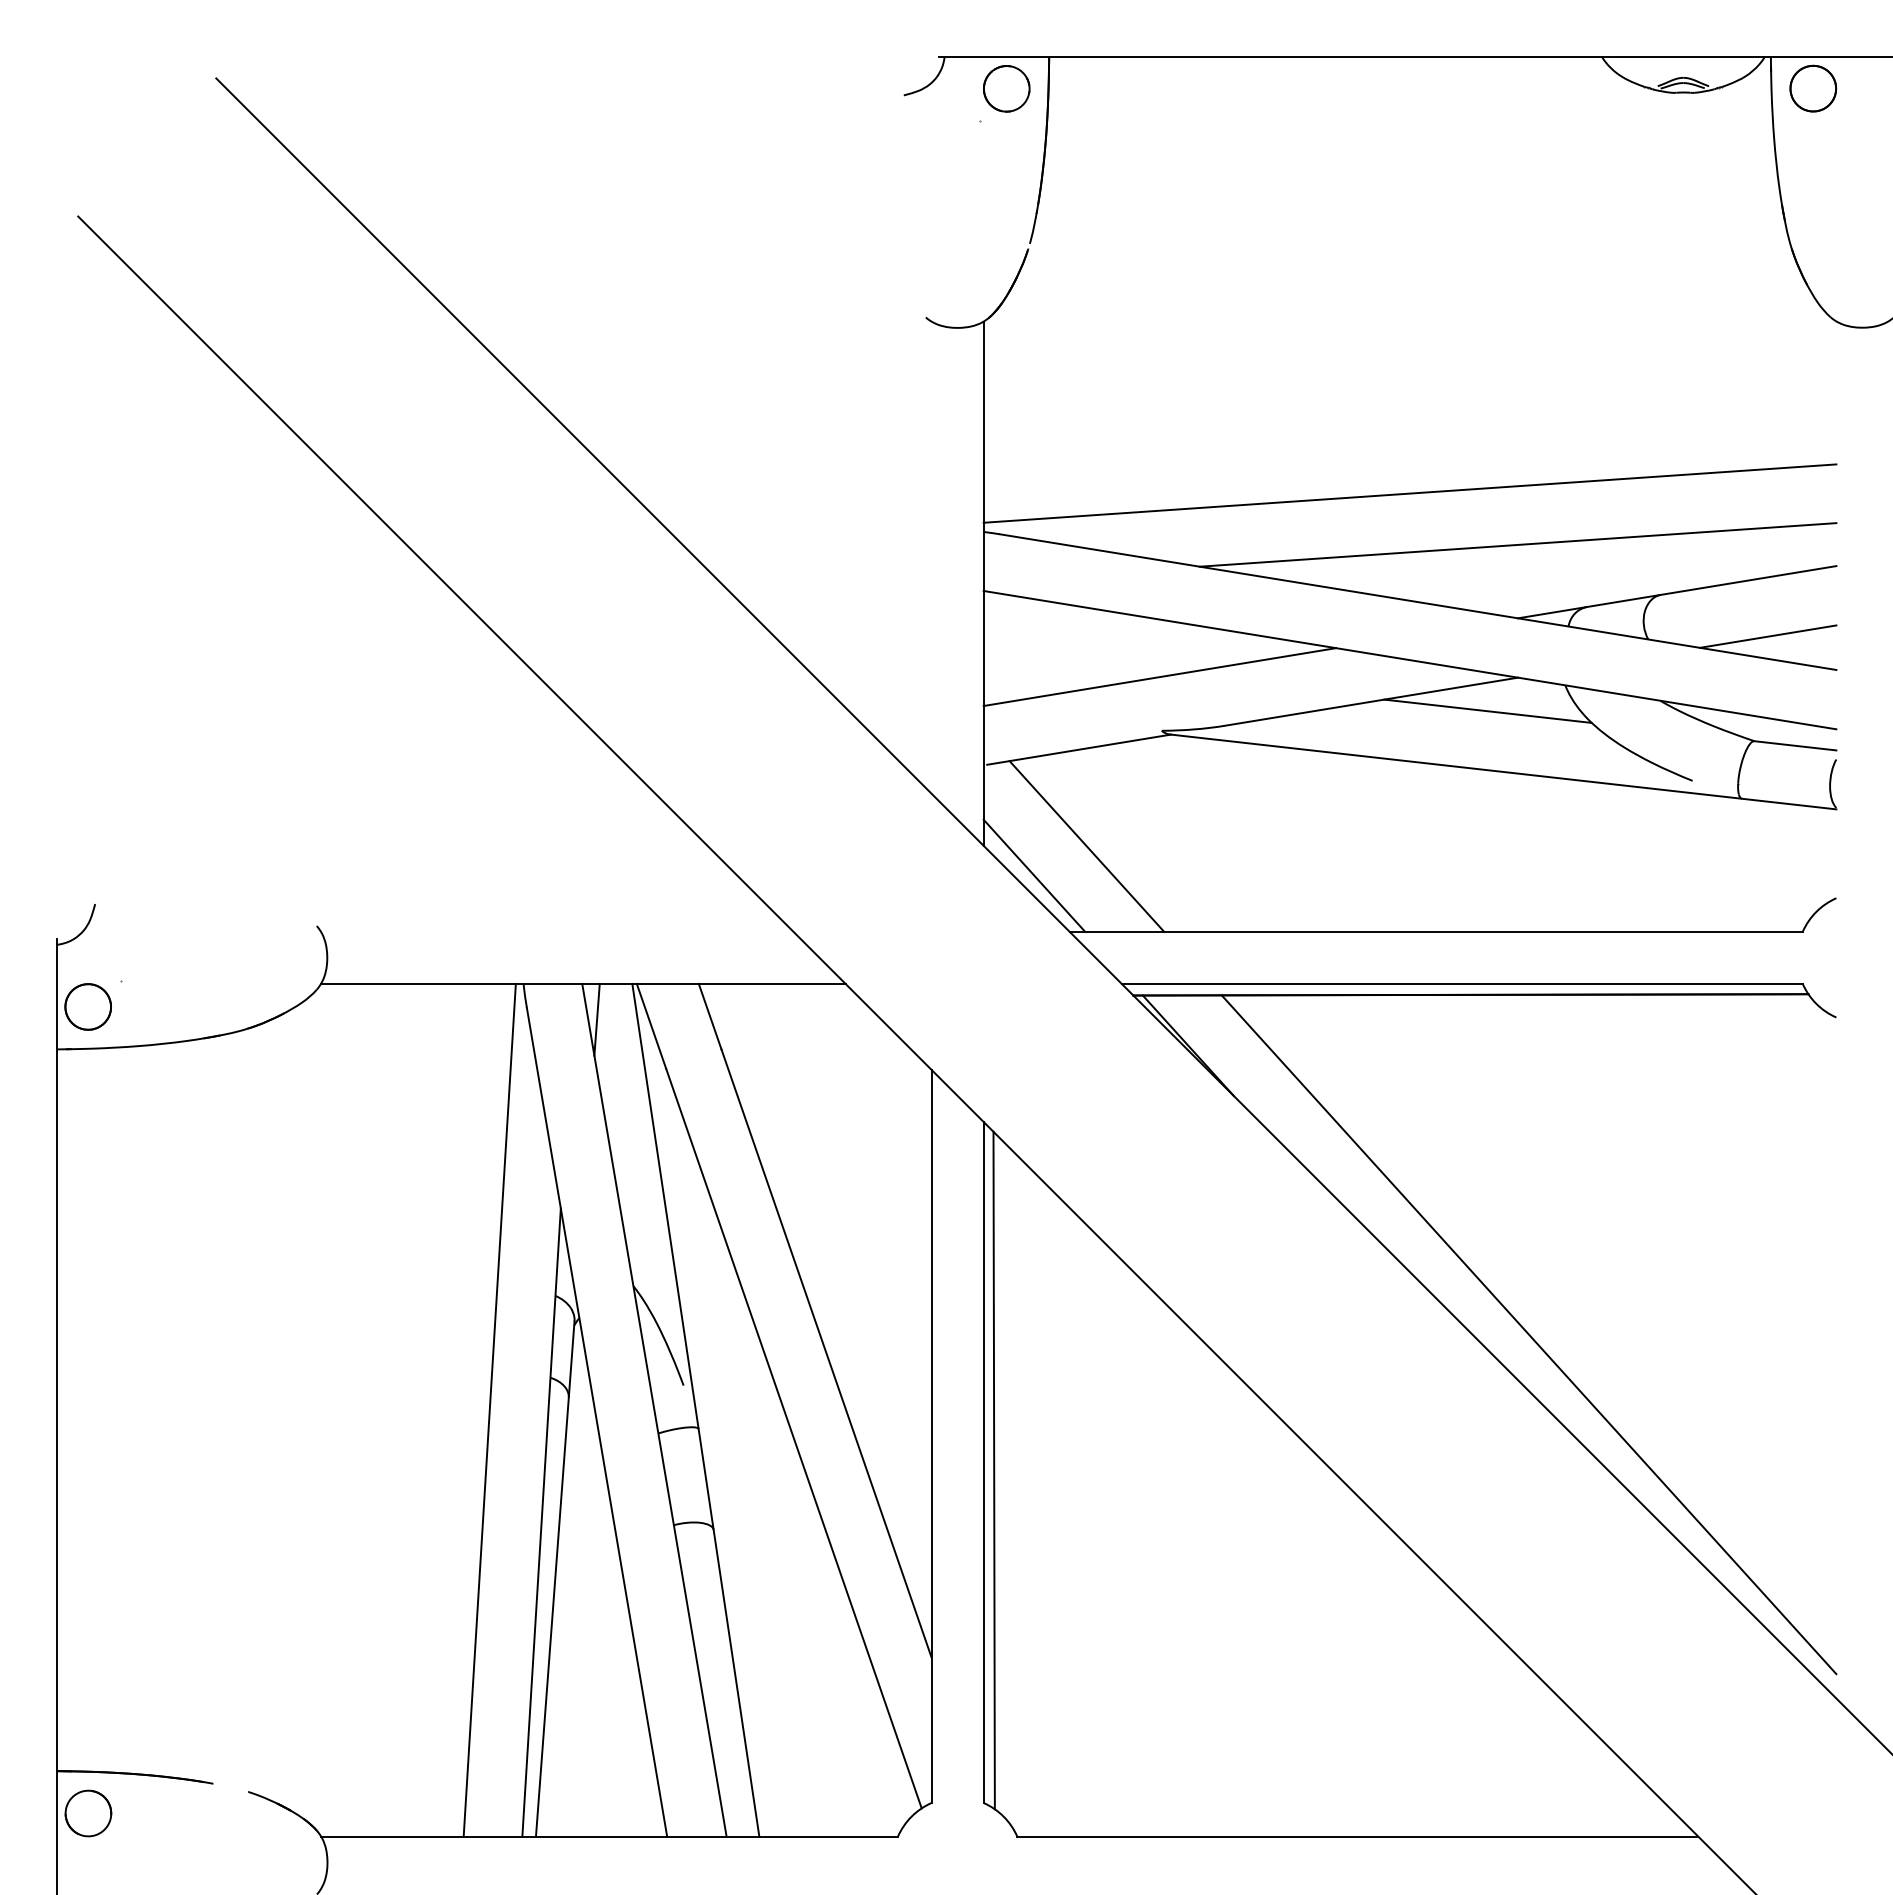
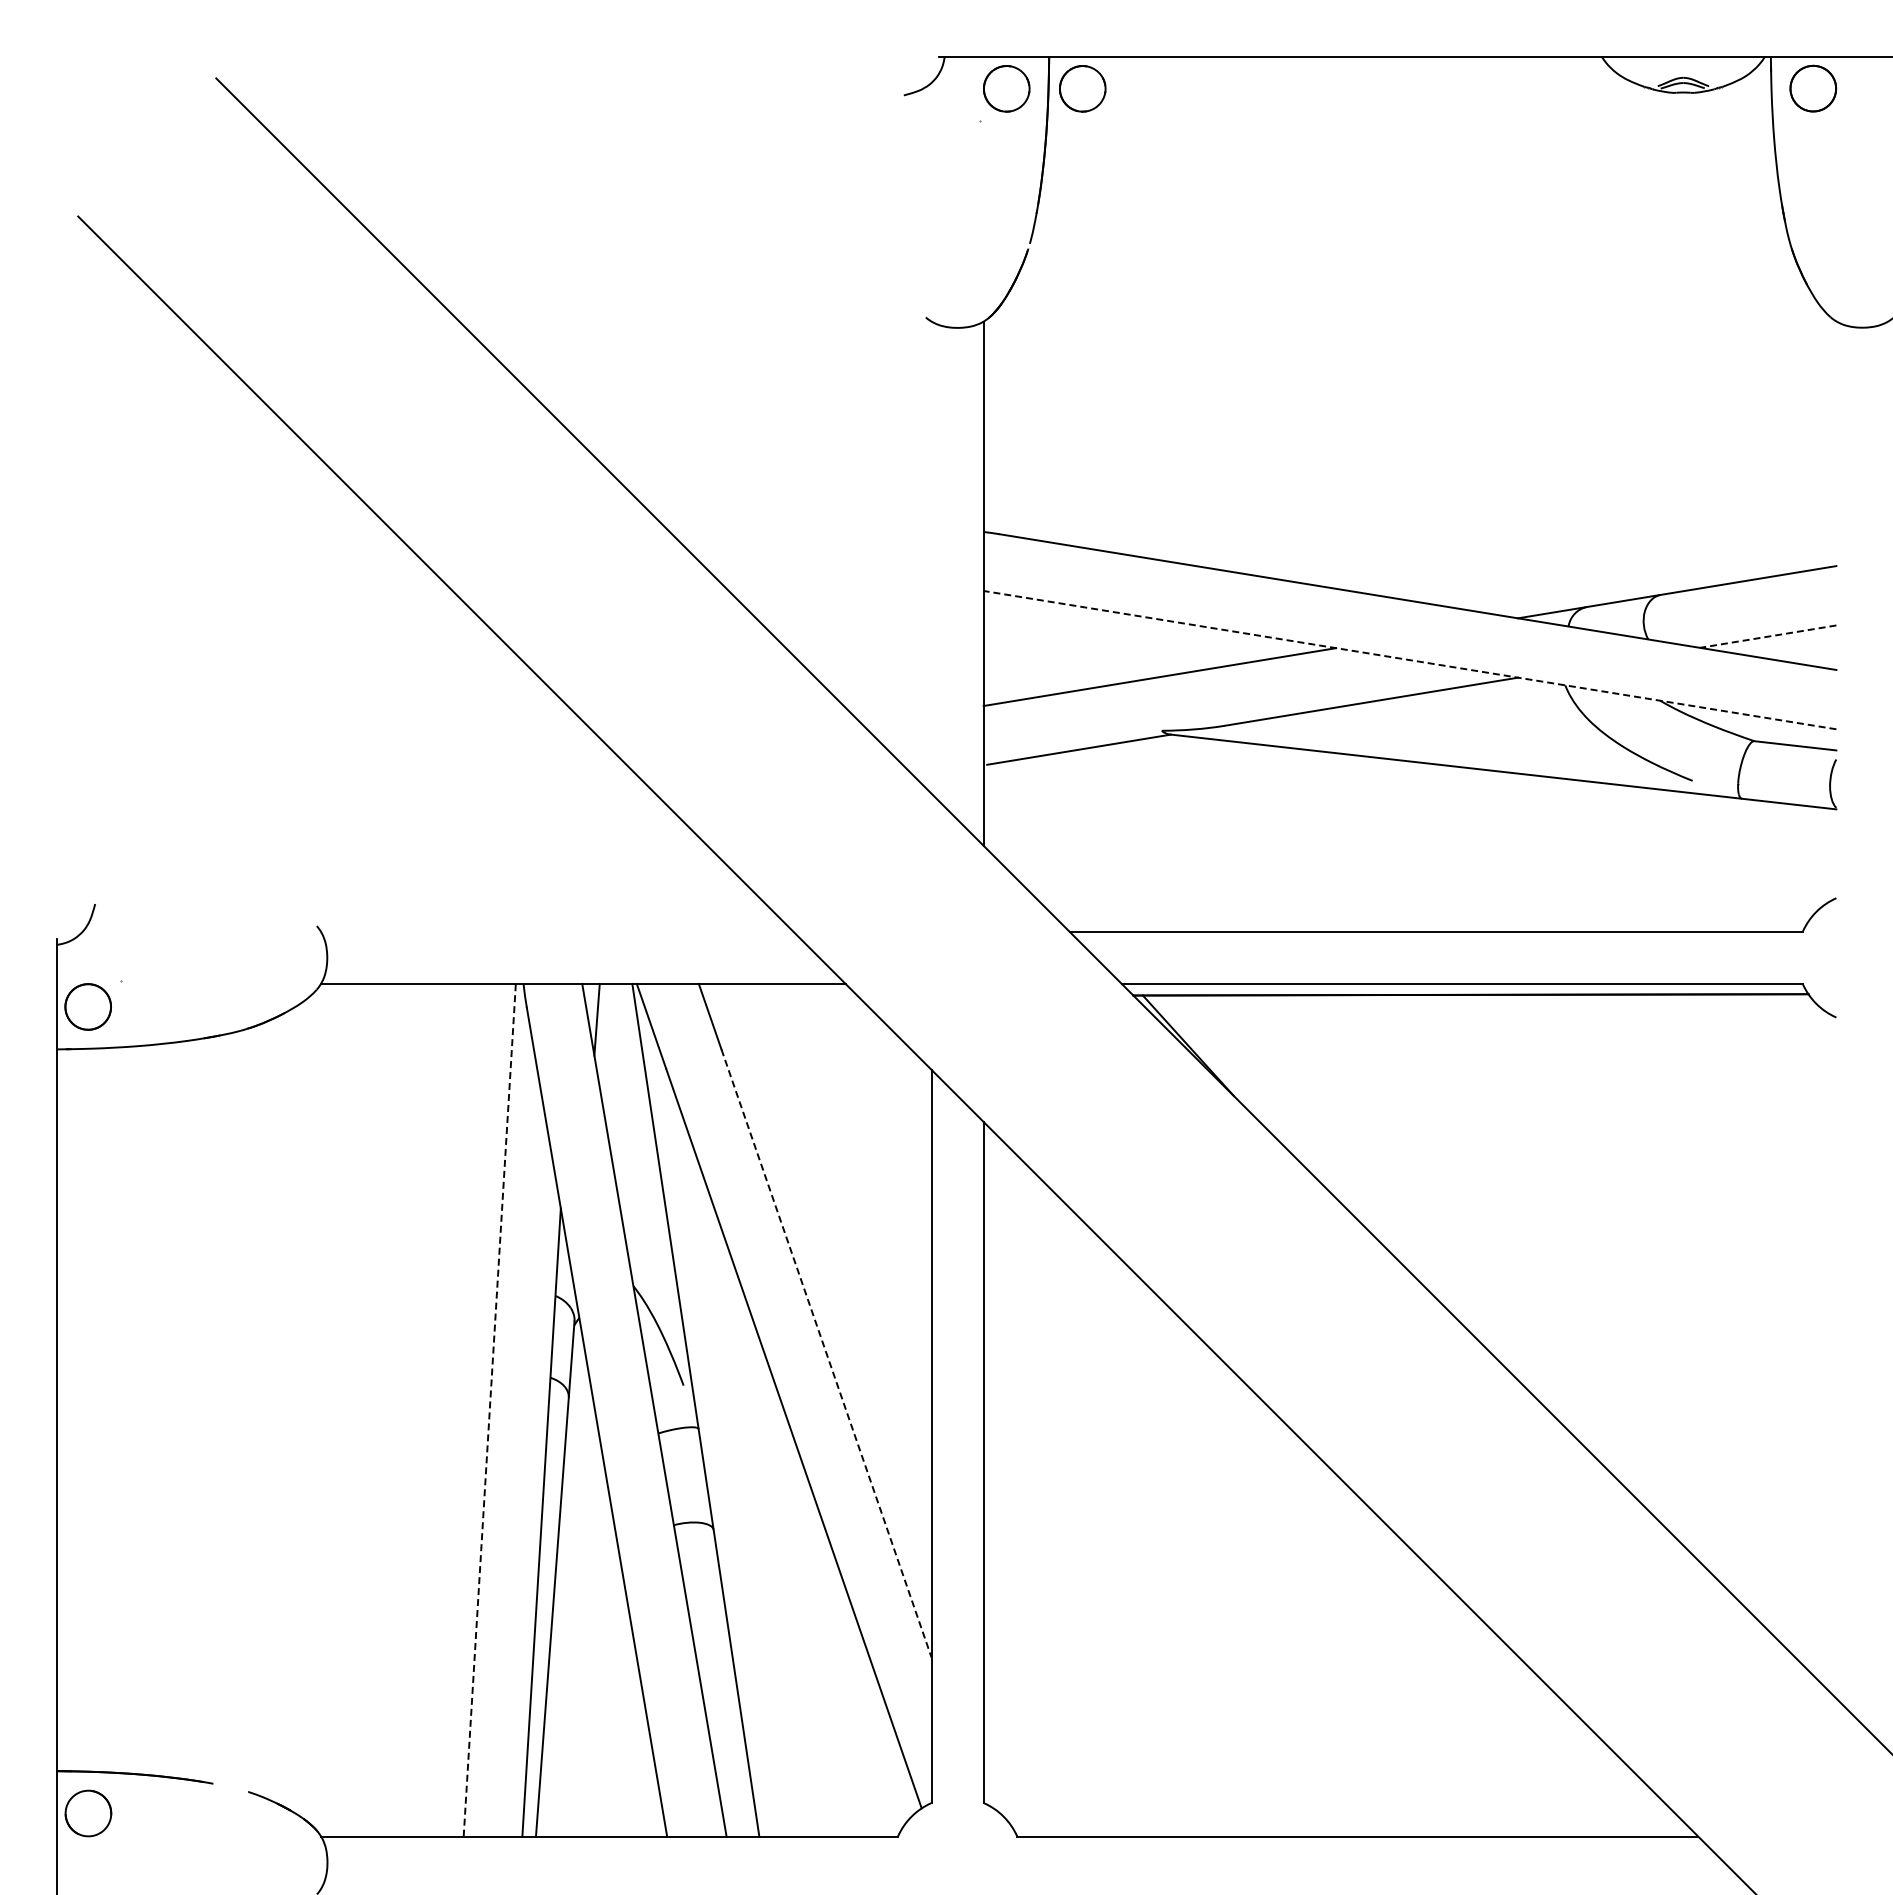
part at (1082, 88): none -> present
line at (1409, 493): present -> none
line at (1517, 544): present -> none
line at (1767, 636): solid -> dashed
line at (1410, 660): solid -> dashed
line at (1487, 710): present -> none
line at (1086, 846): present -> none
line at (1034, 875): present -> none
line at (1528, 1334): present -> none
line at (826, 1353): solid -> dashed
line at (489, 1409): solid -> dashed
line at (993, 1470): present -> none
